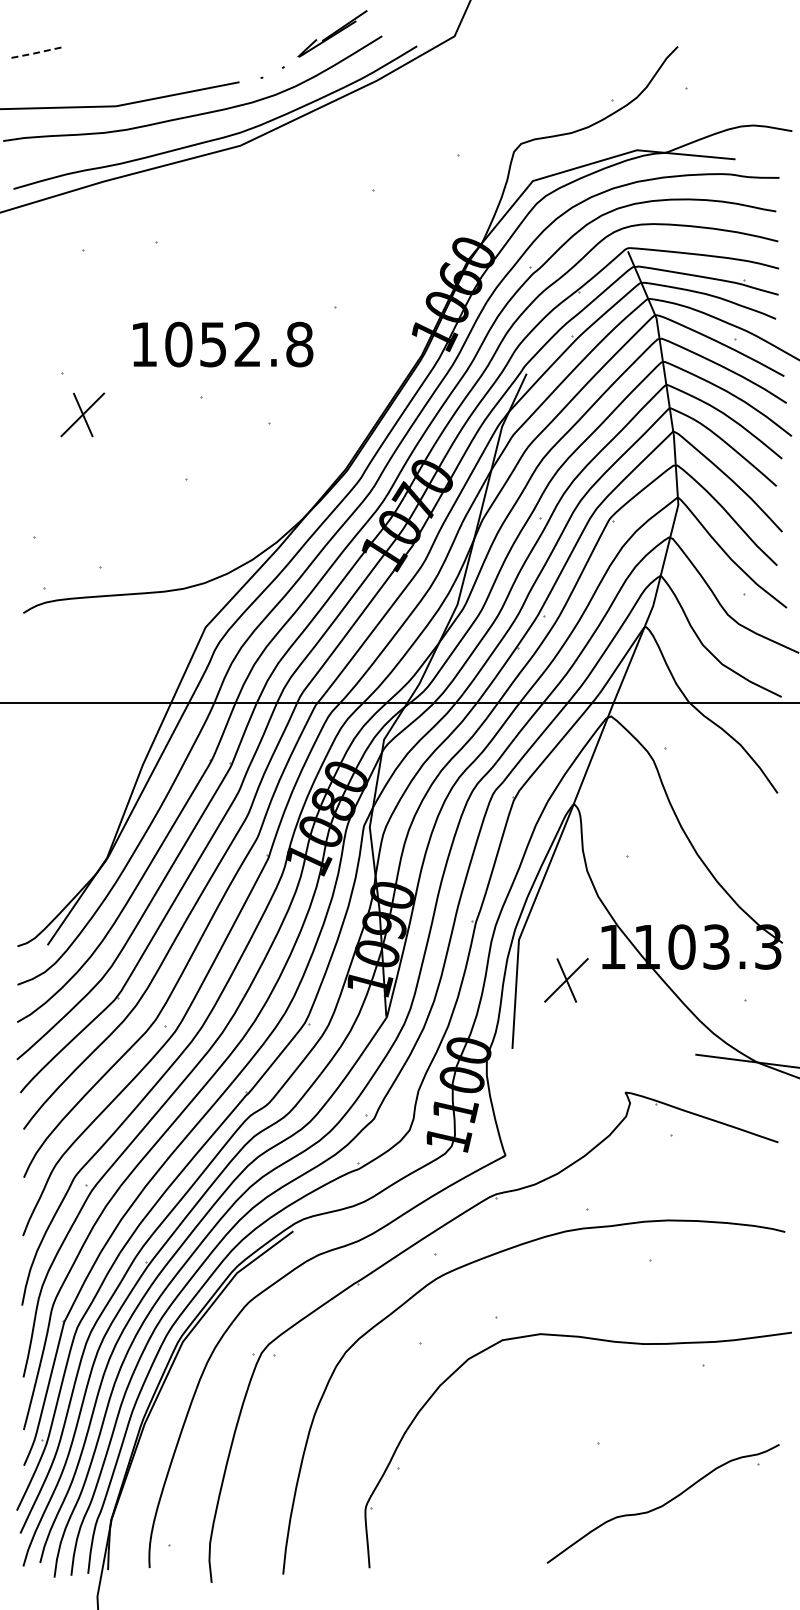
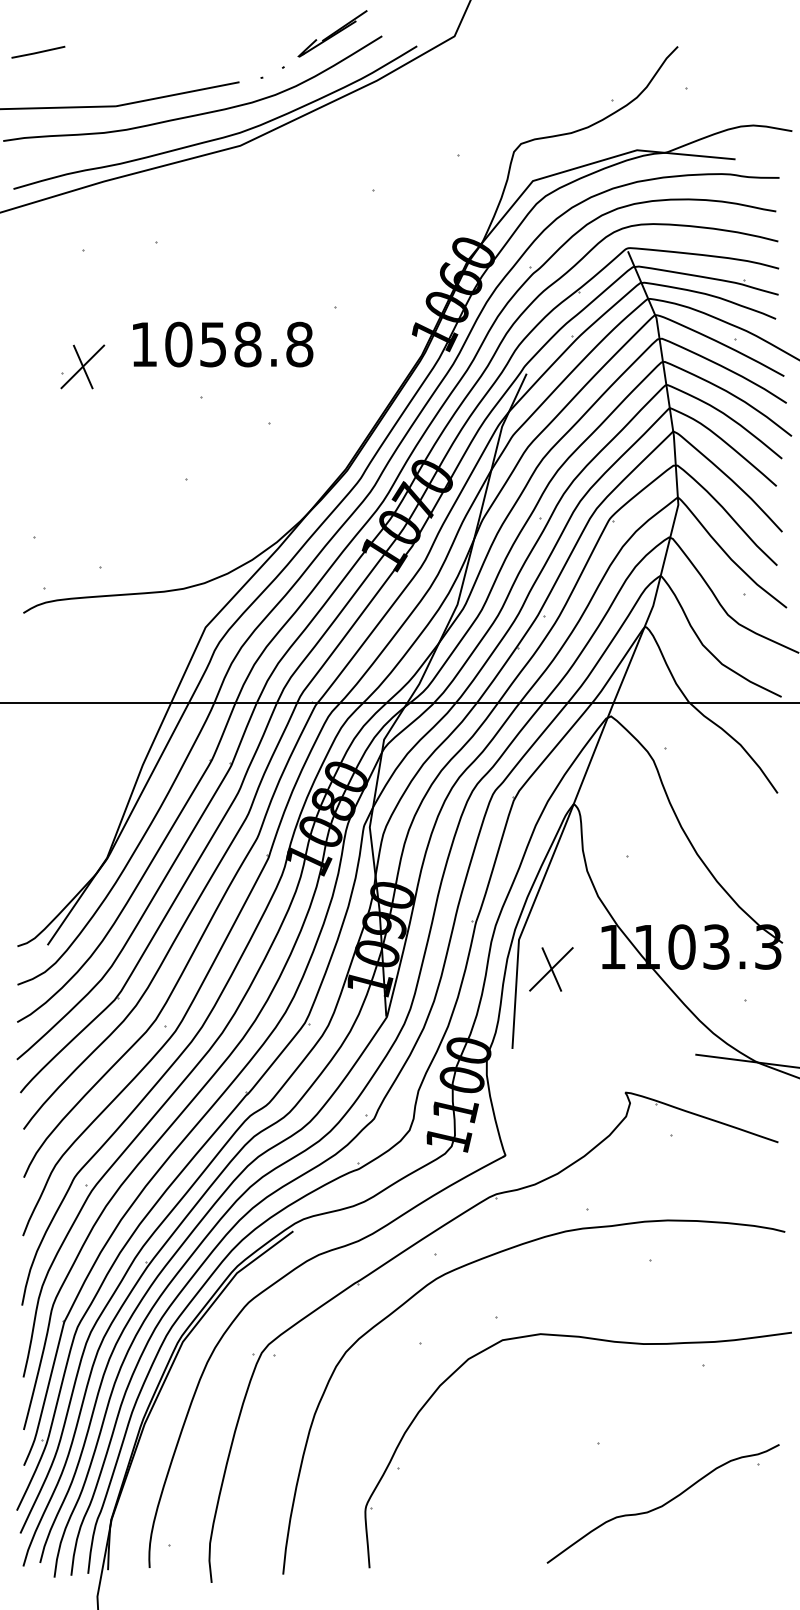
line at (38, 52): dashed -> solid
text at (247, 344): 1052.8 -> 1058.8
part at (82, 414) position: (82, 414) -> (82, 366)
part at (566, 980) position: (566, 980) -> (551, 969)
